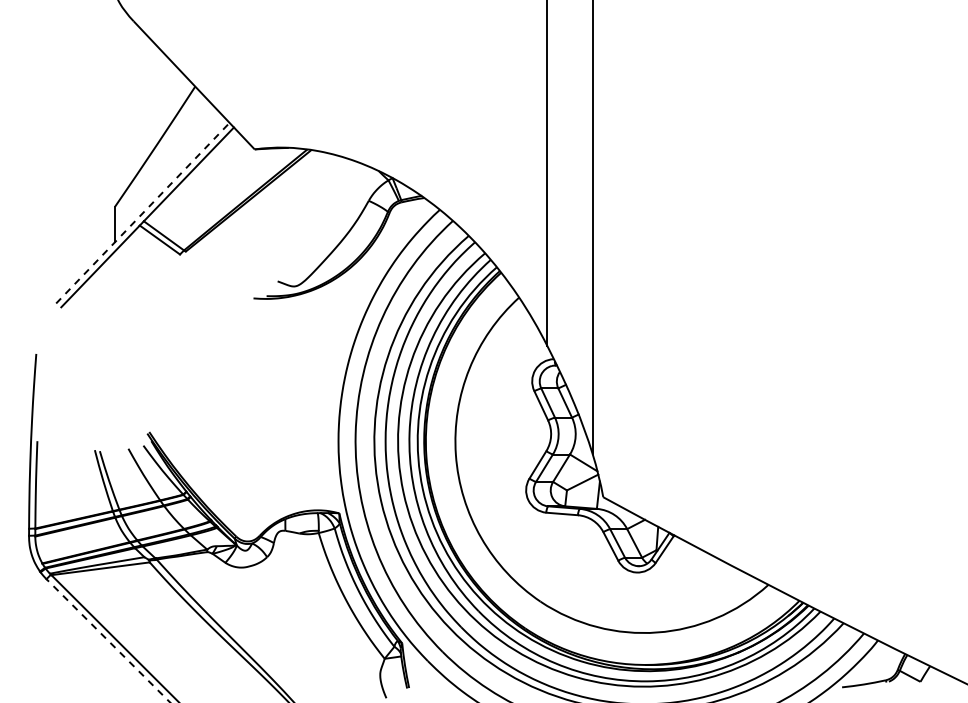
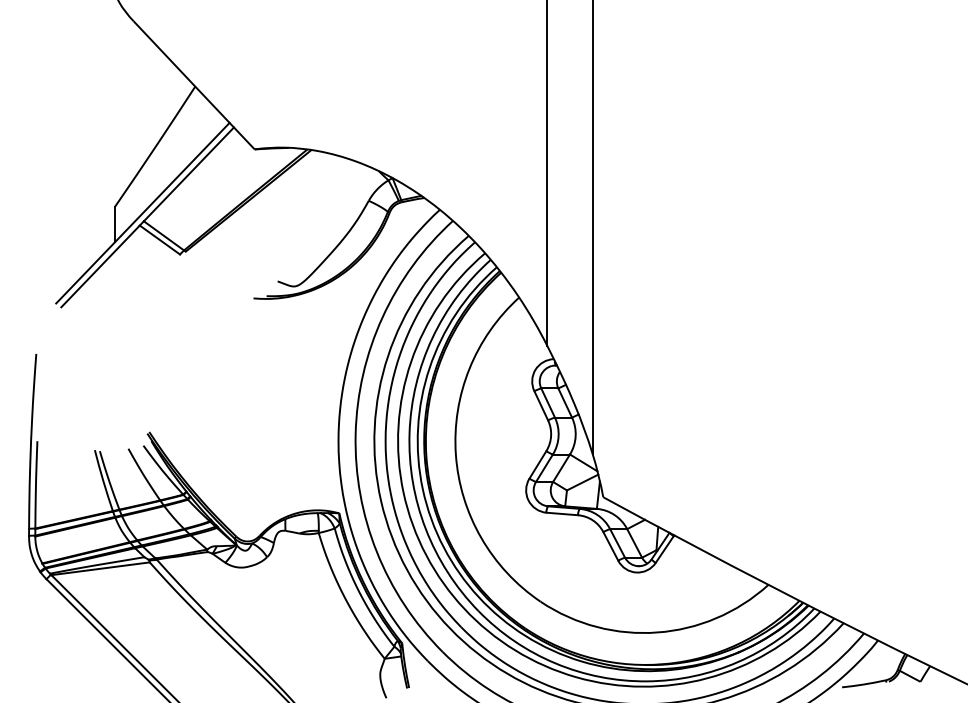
line at (143, 212): dashed -> solid
line at (108, 640): dashed -> solid
